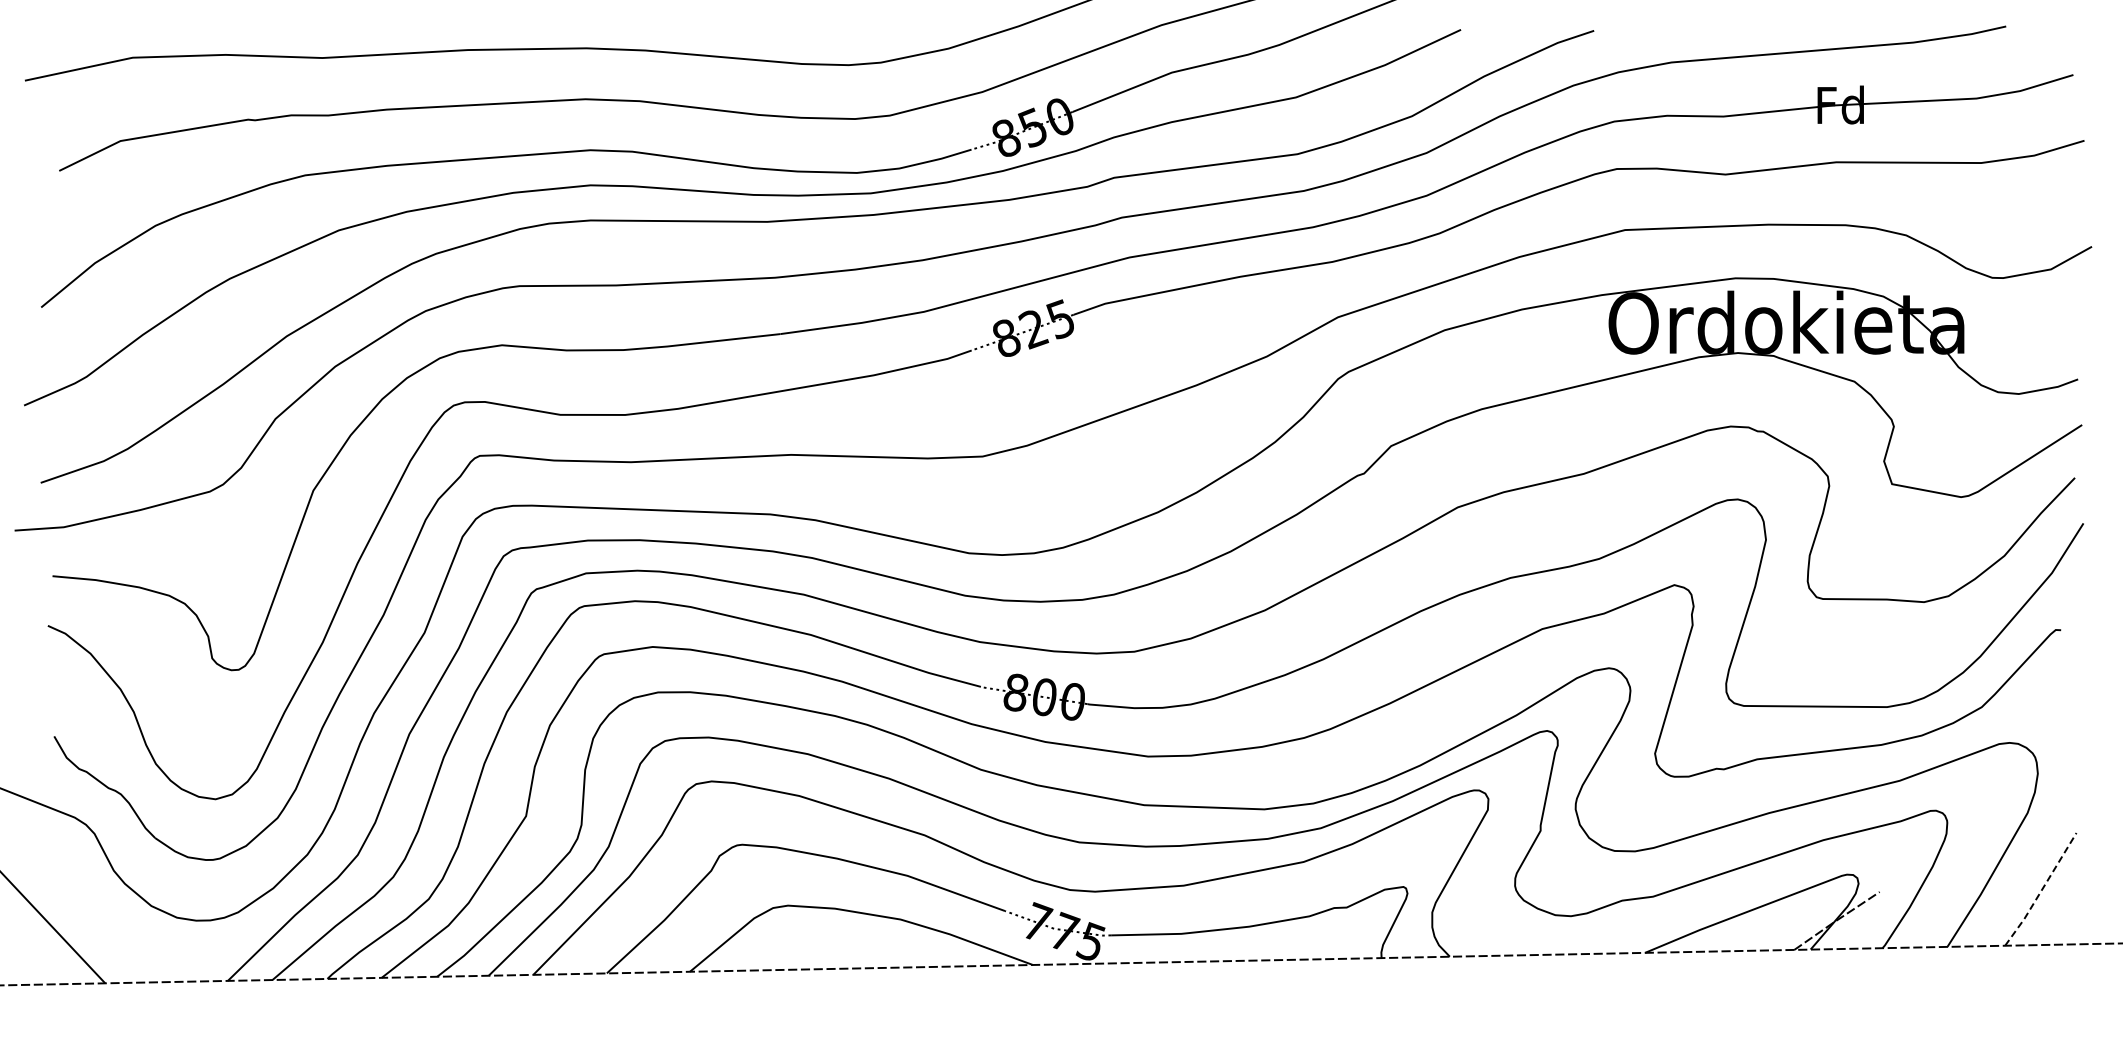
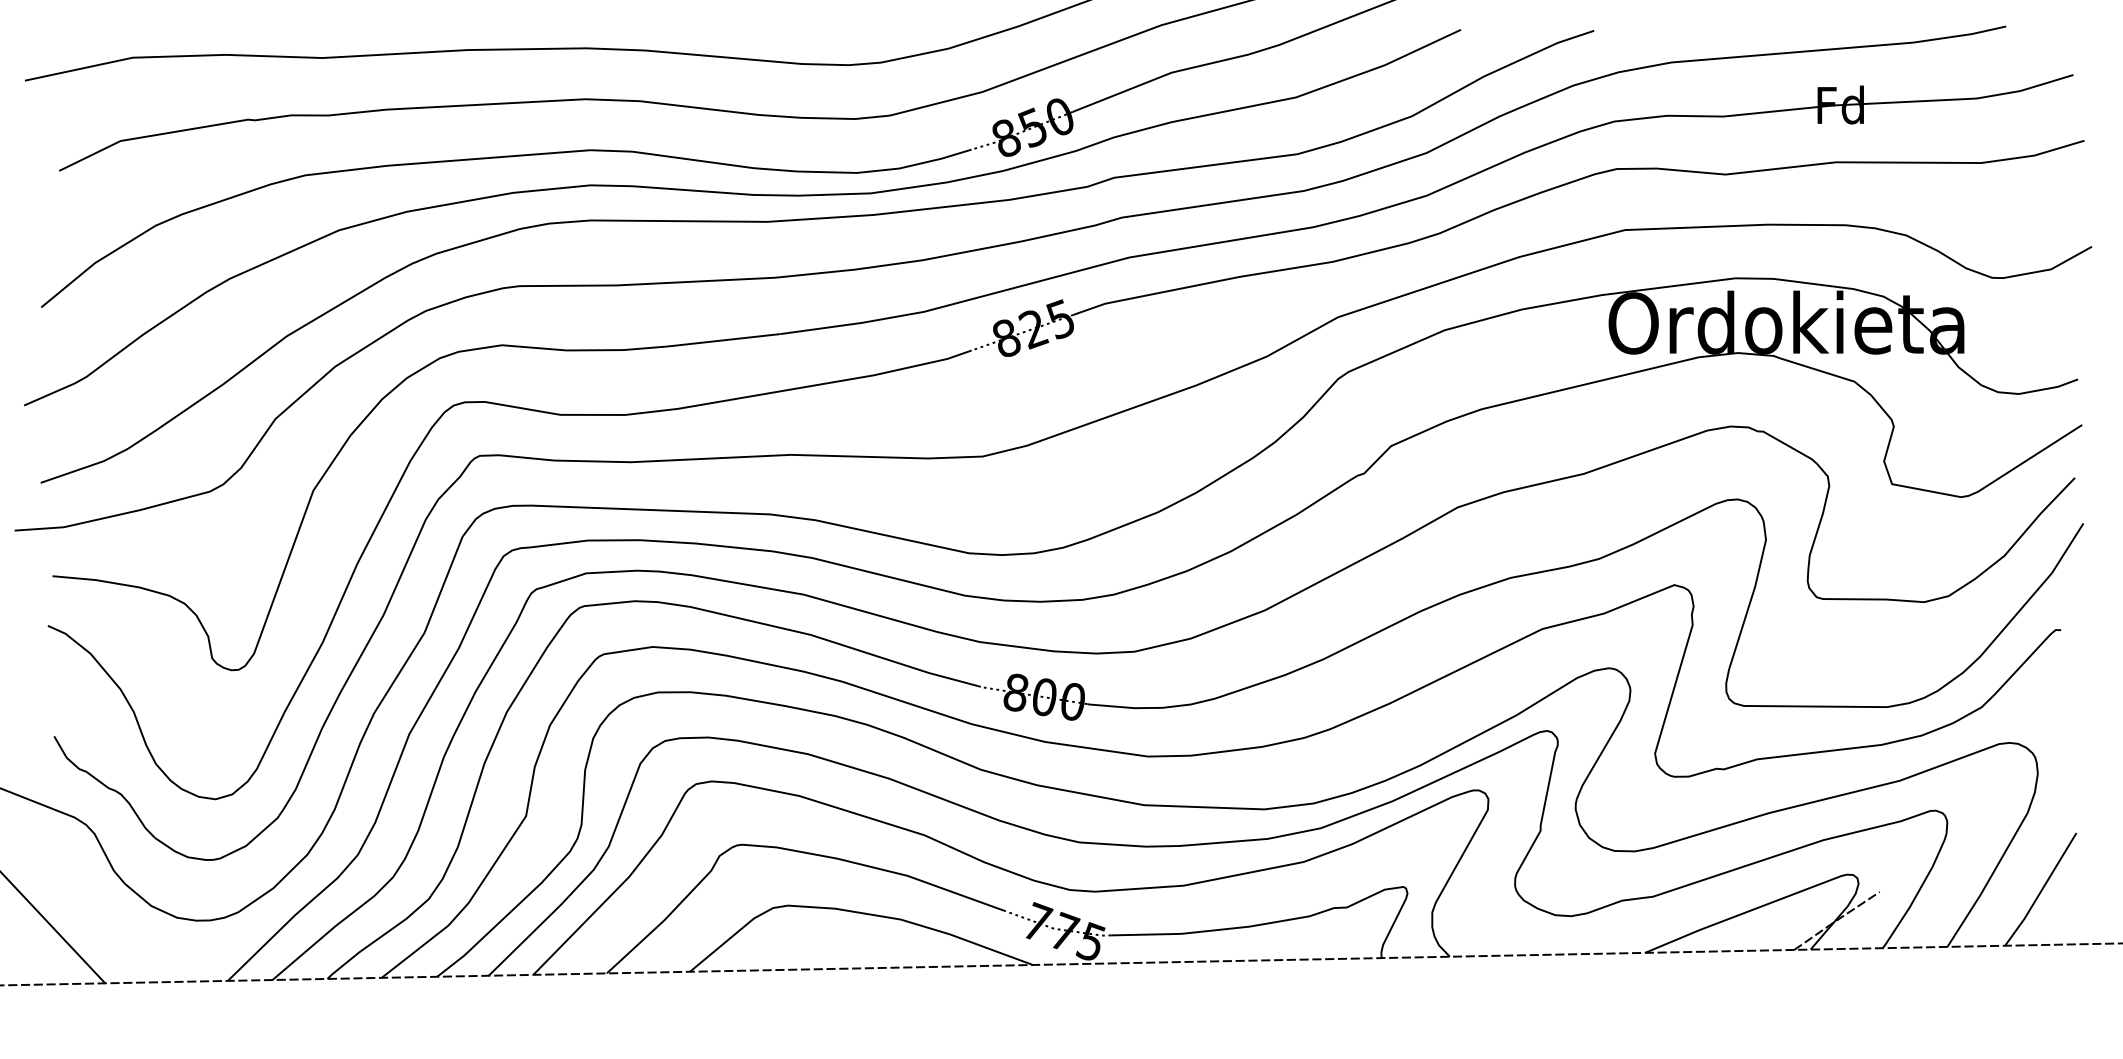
line at (2041, 890): dashed -> solid
